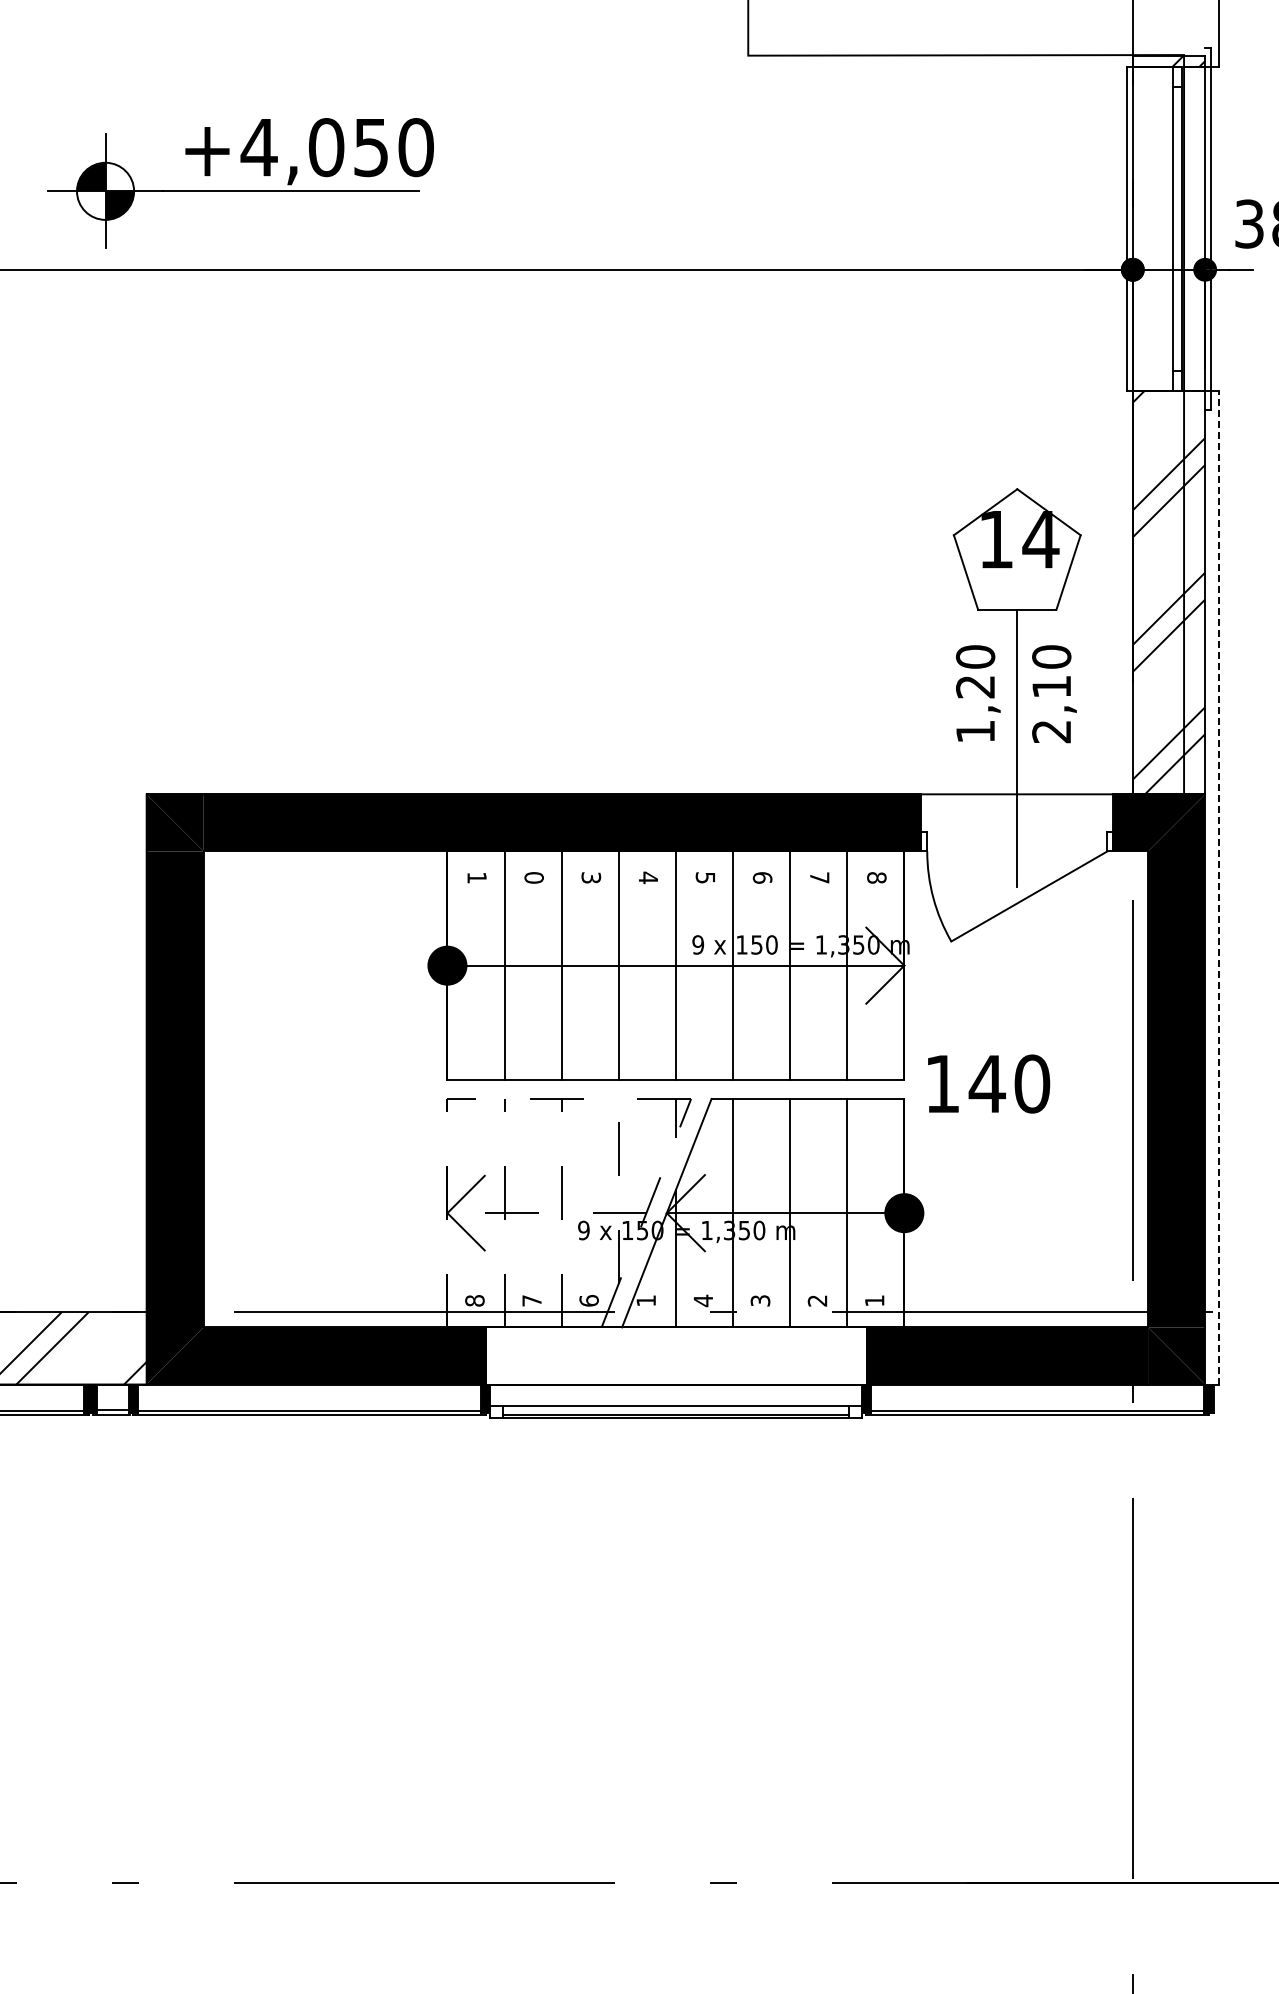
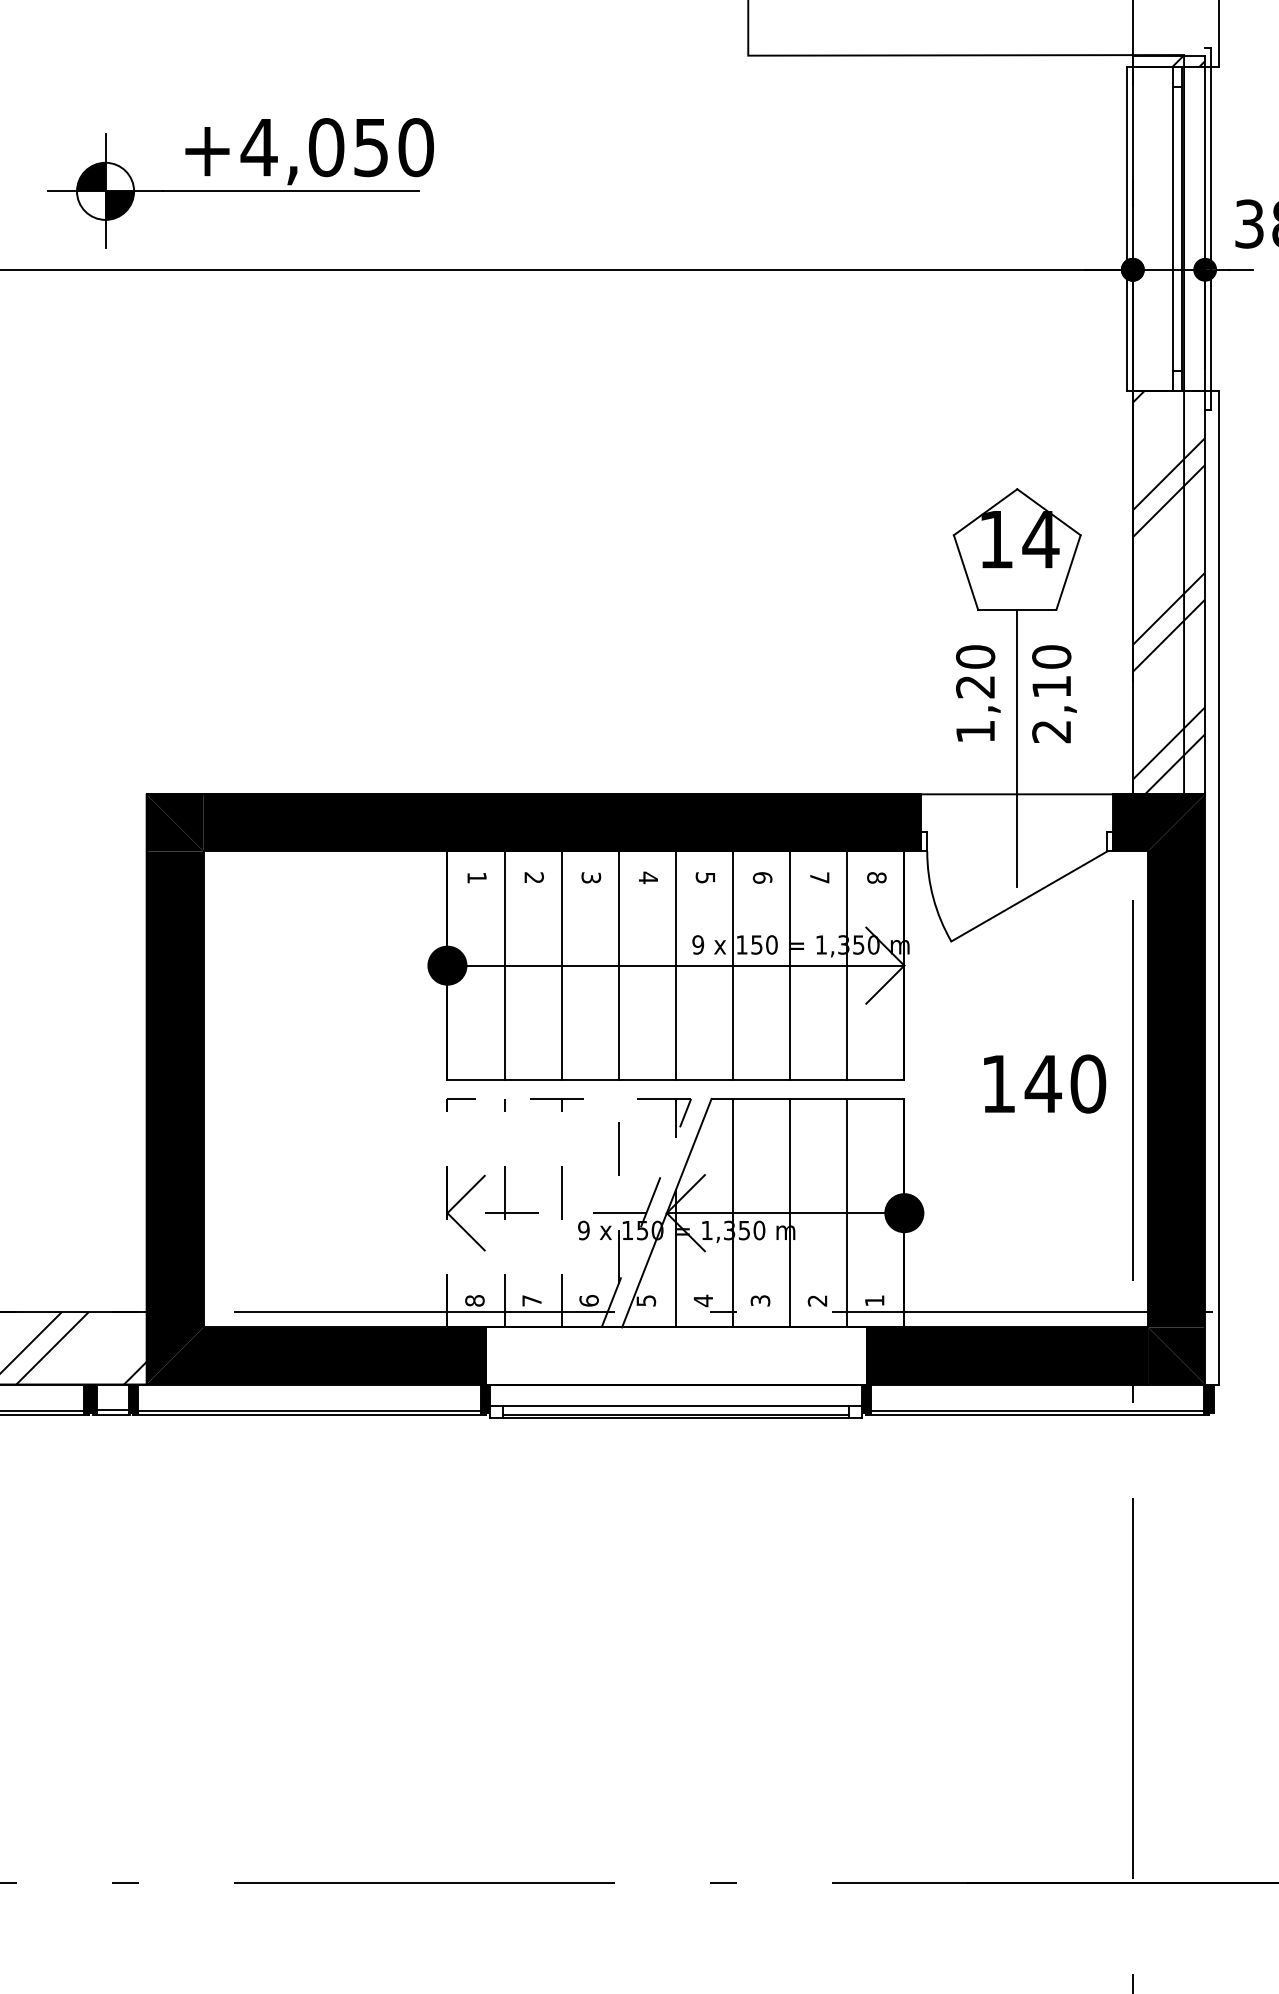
text at (533, 877): 0 -> 2
line at (1218, 887): dashed -> solid
text at (989, 1083) position: (989, 1083) -> (1045, 1083)
text at (646, 1300): 1 -> 5
